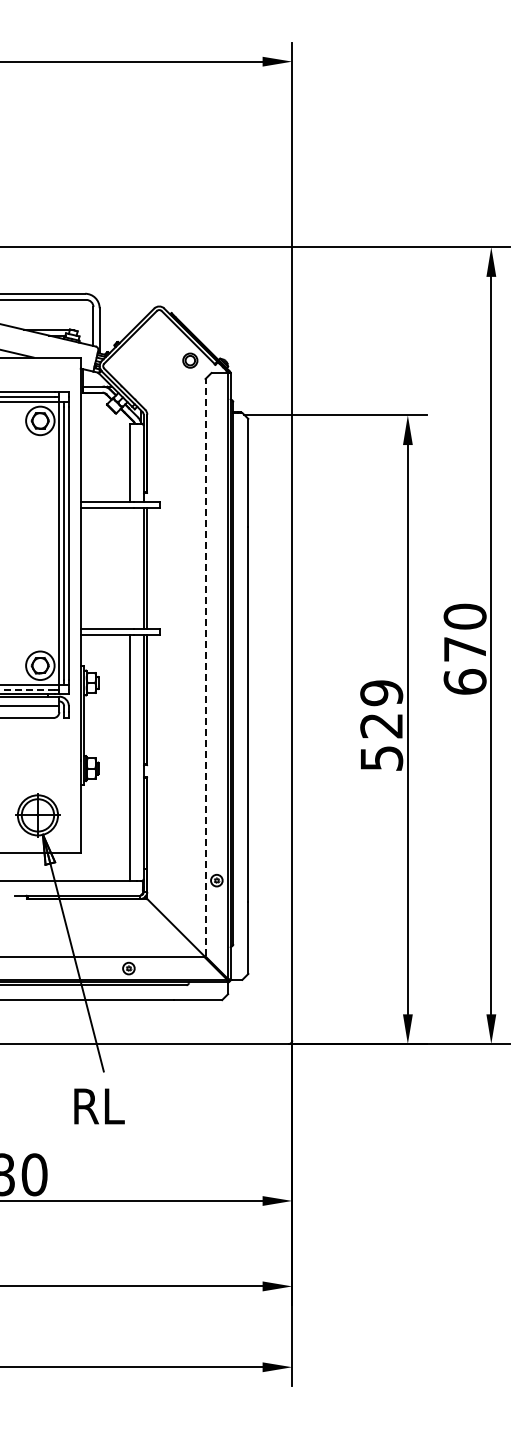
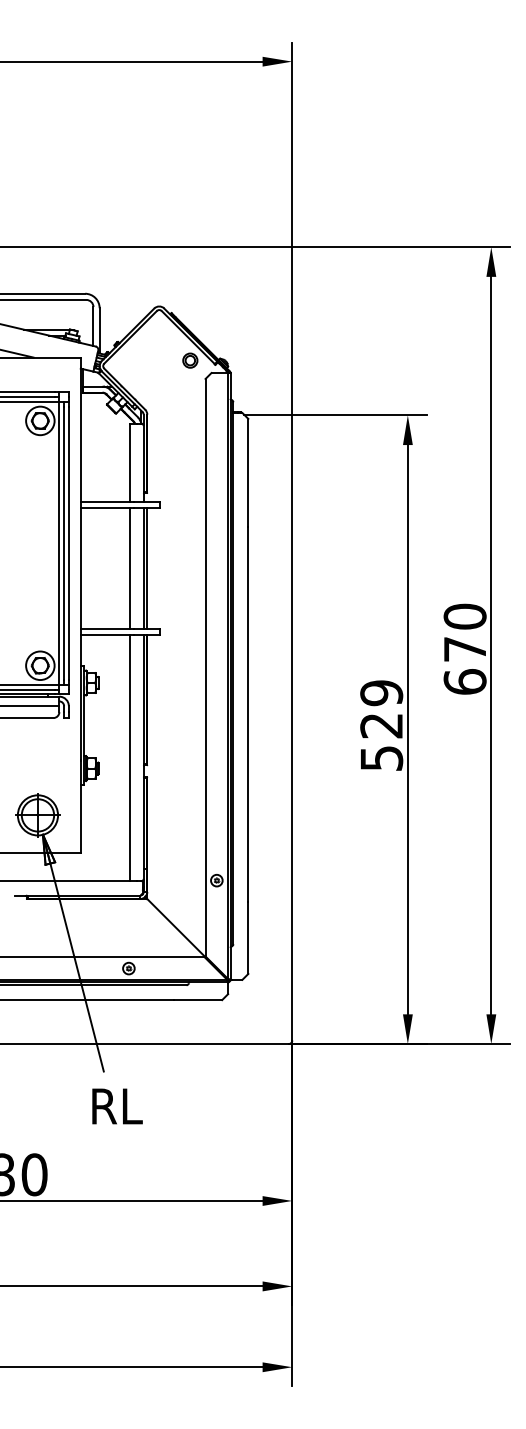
line at (129, 568): none -> present
line at (205, 667): dashed -> solid
line at (27, 689): dashed -> solid
text at (99, 1106) position: (99, 1106) -> (117, 1106)
